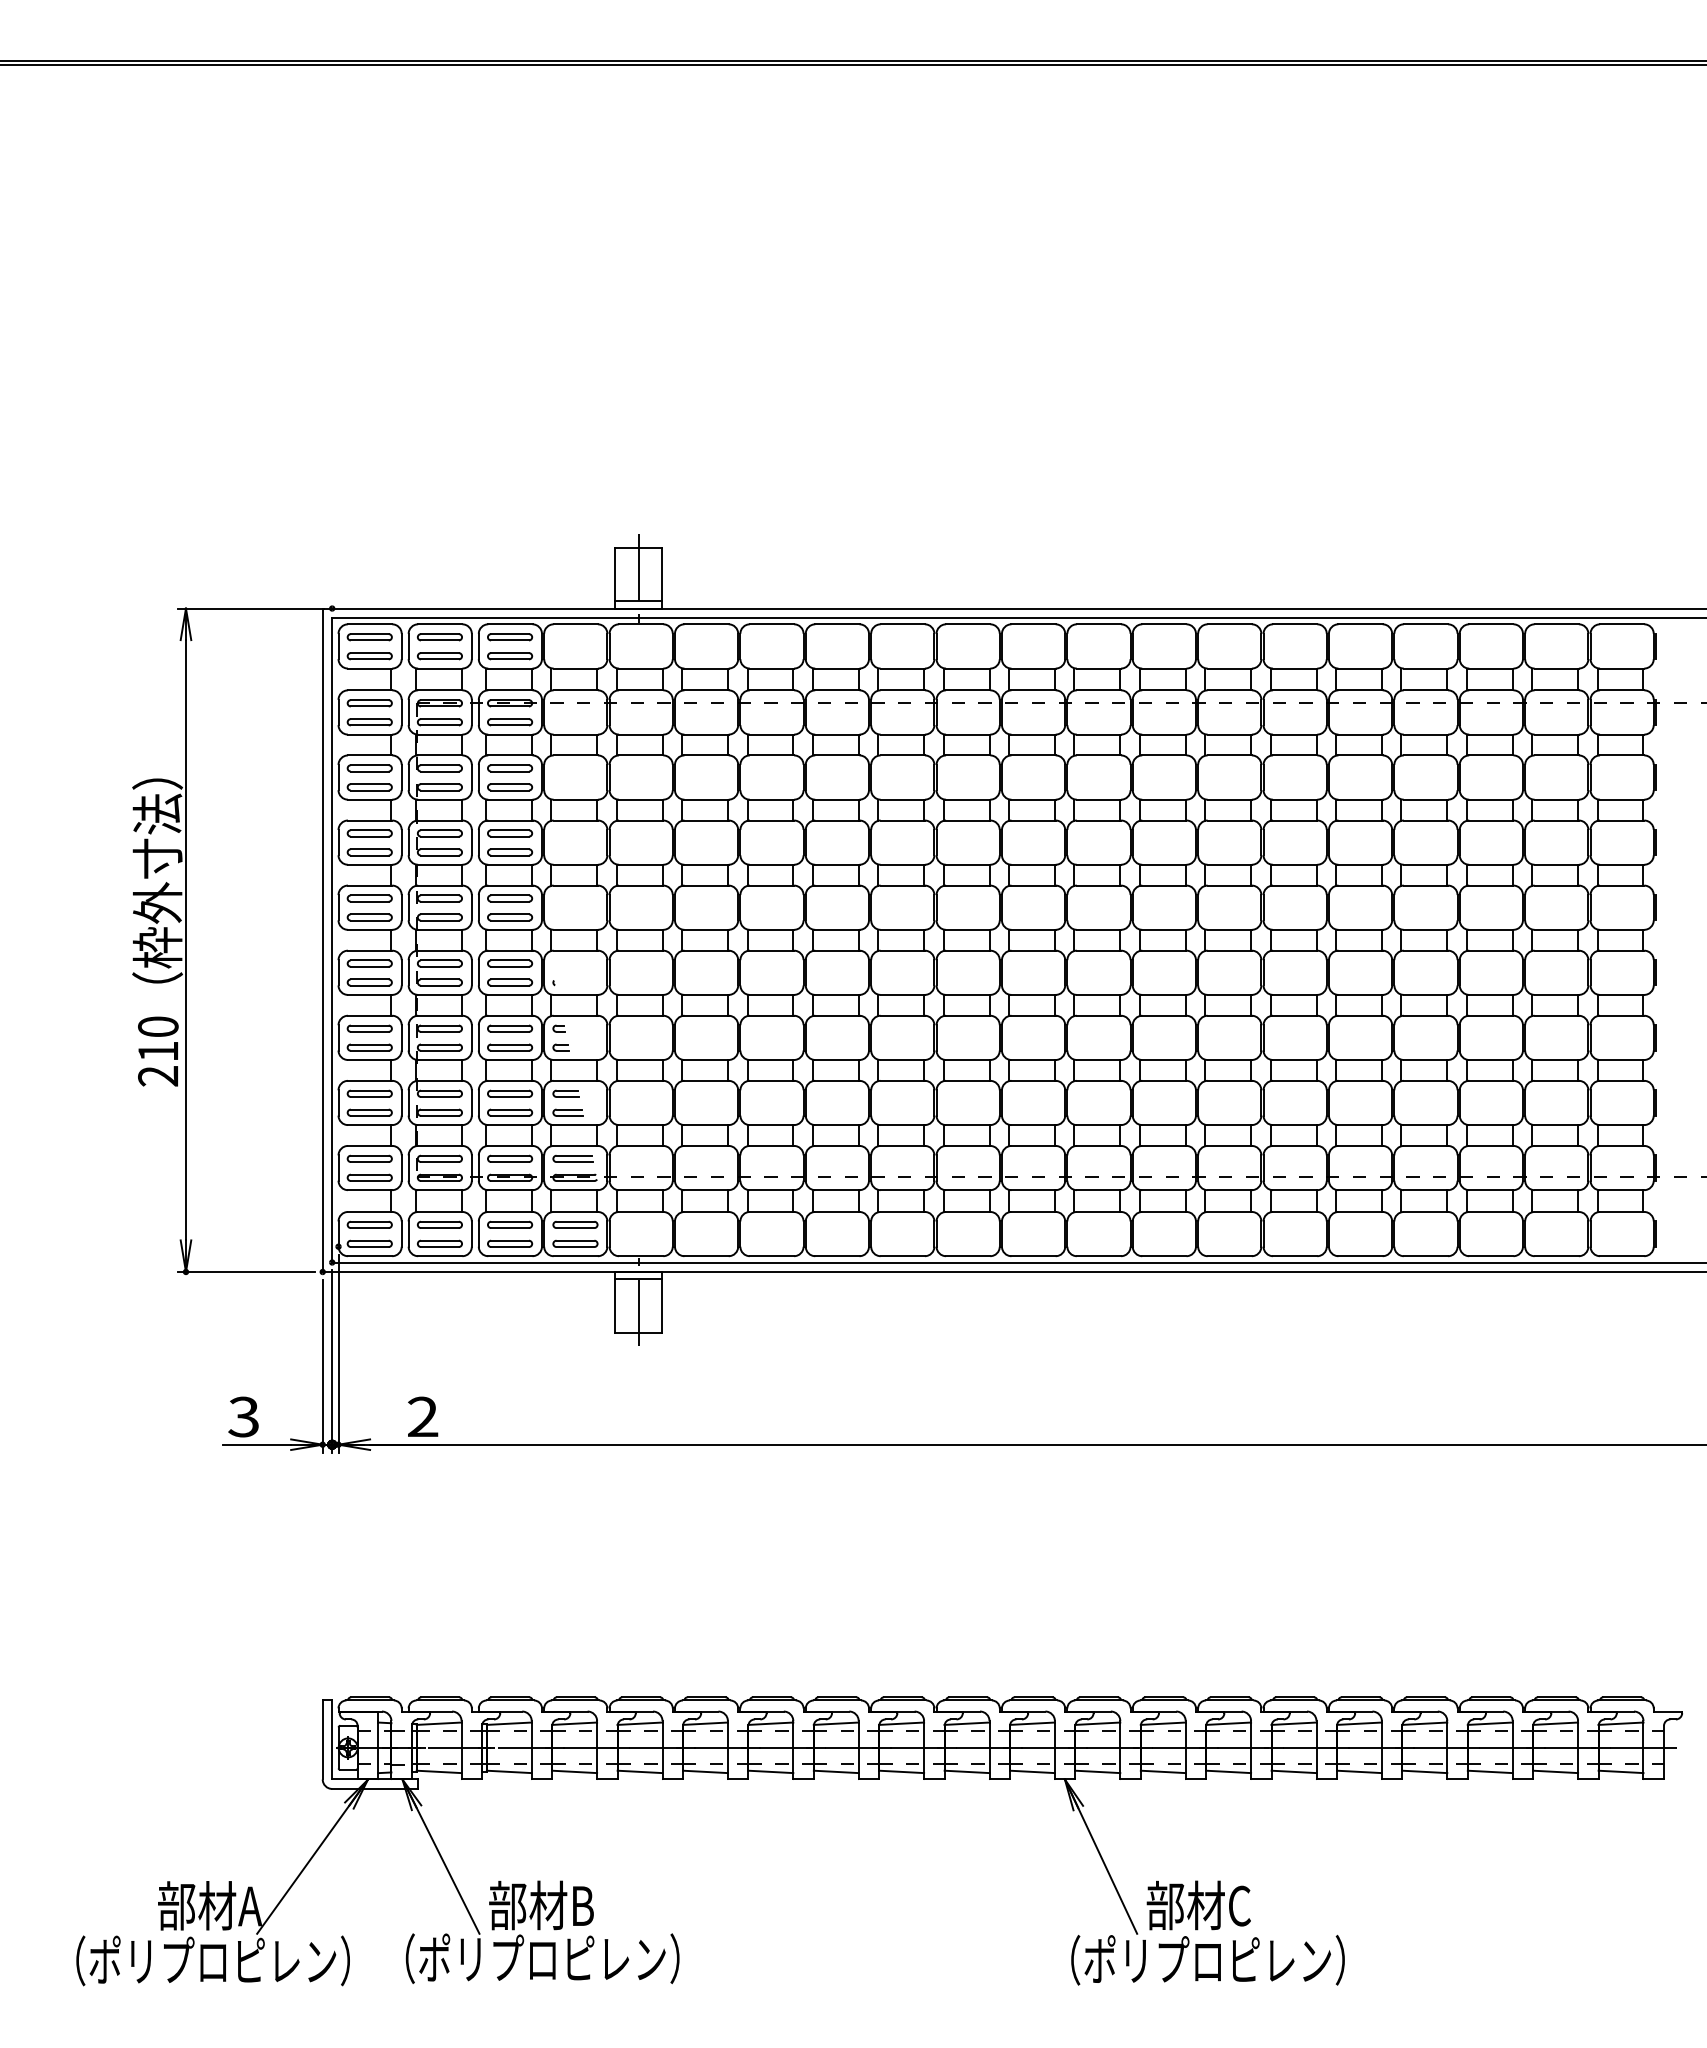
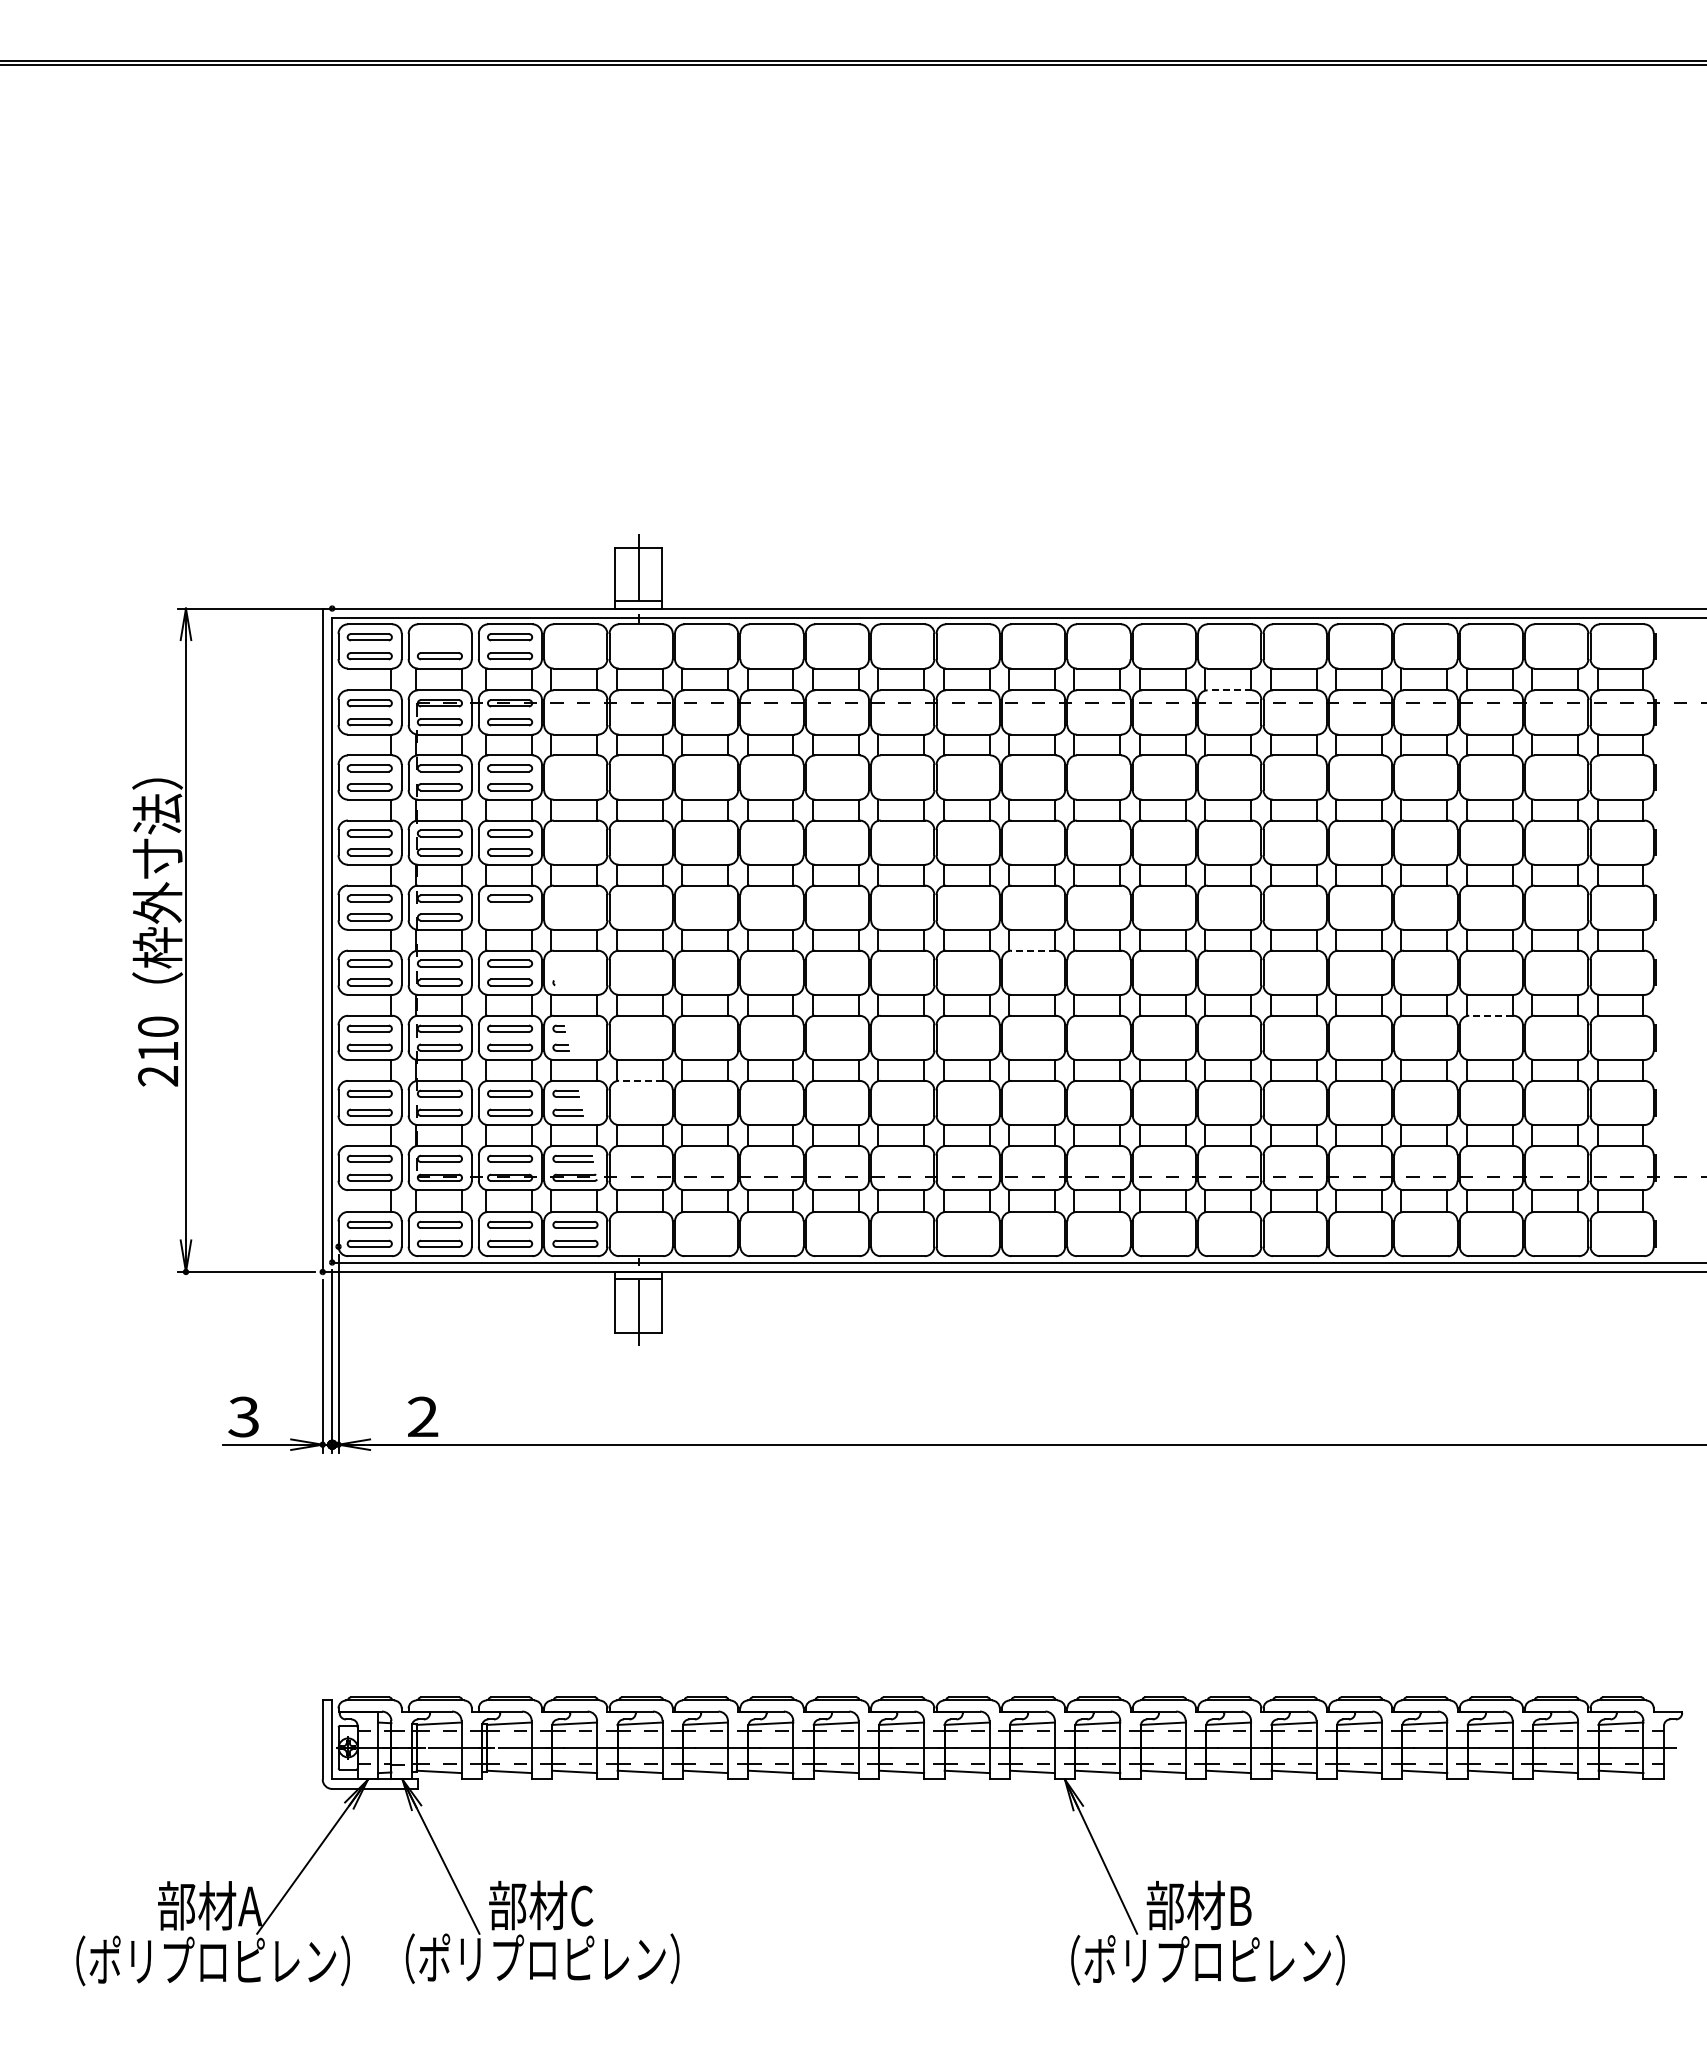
part at (439, 637): present -> none
line at (1229, 690): solid -> dashed
part at (510, 917): present -> none
line at (1033, 950): solid -> dashed
line at (1490, 1015): solid -> dashed
line at (640, 1080): solid -> dashed
text at (582, 1905): 部材B -> 部材C
text at (1240, 1905): 部材C -> 部材B
